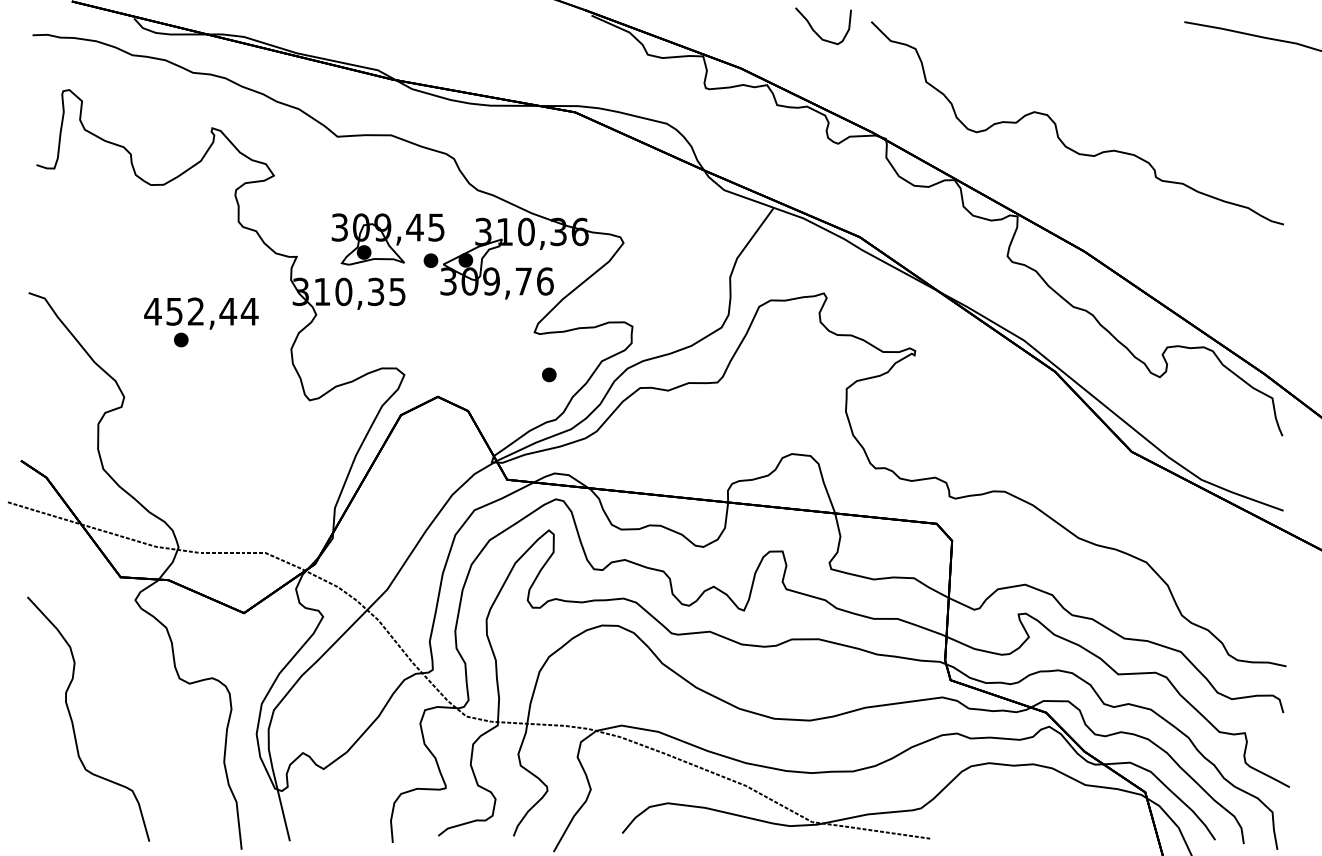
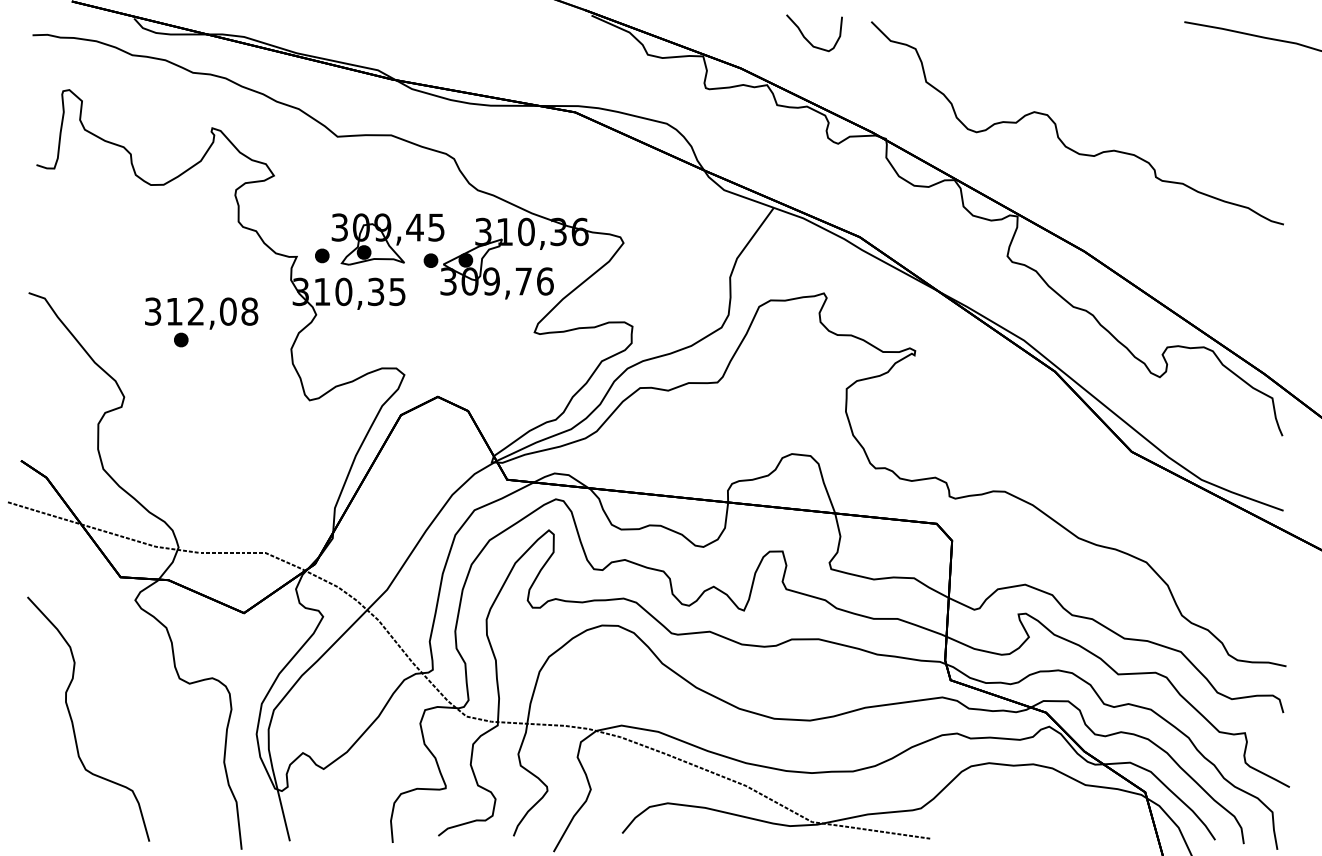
curve at (816, 32) position: (816, 32) -> (807, 39)
text at (201, 311): 452,44 -> 312,08
part at (549, 374) position: (549, 374) -> (322, 255)
